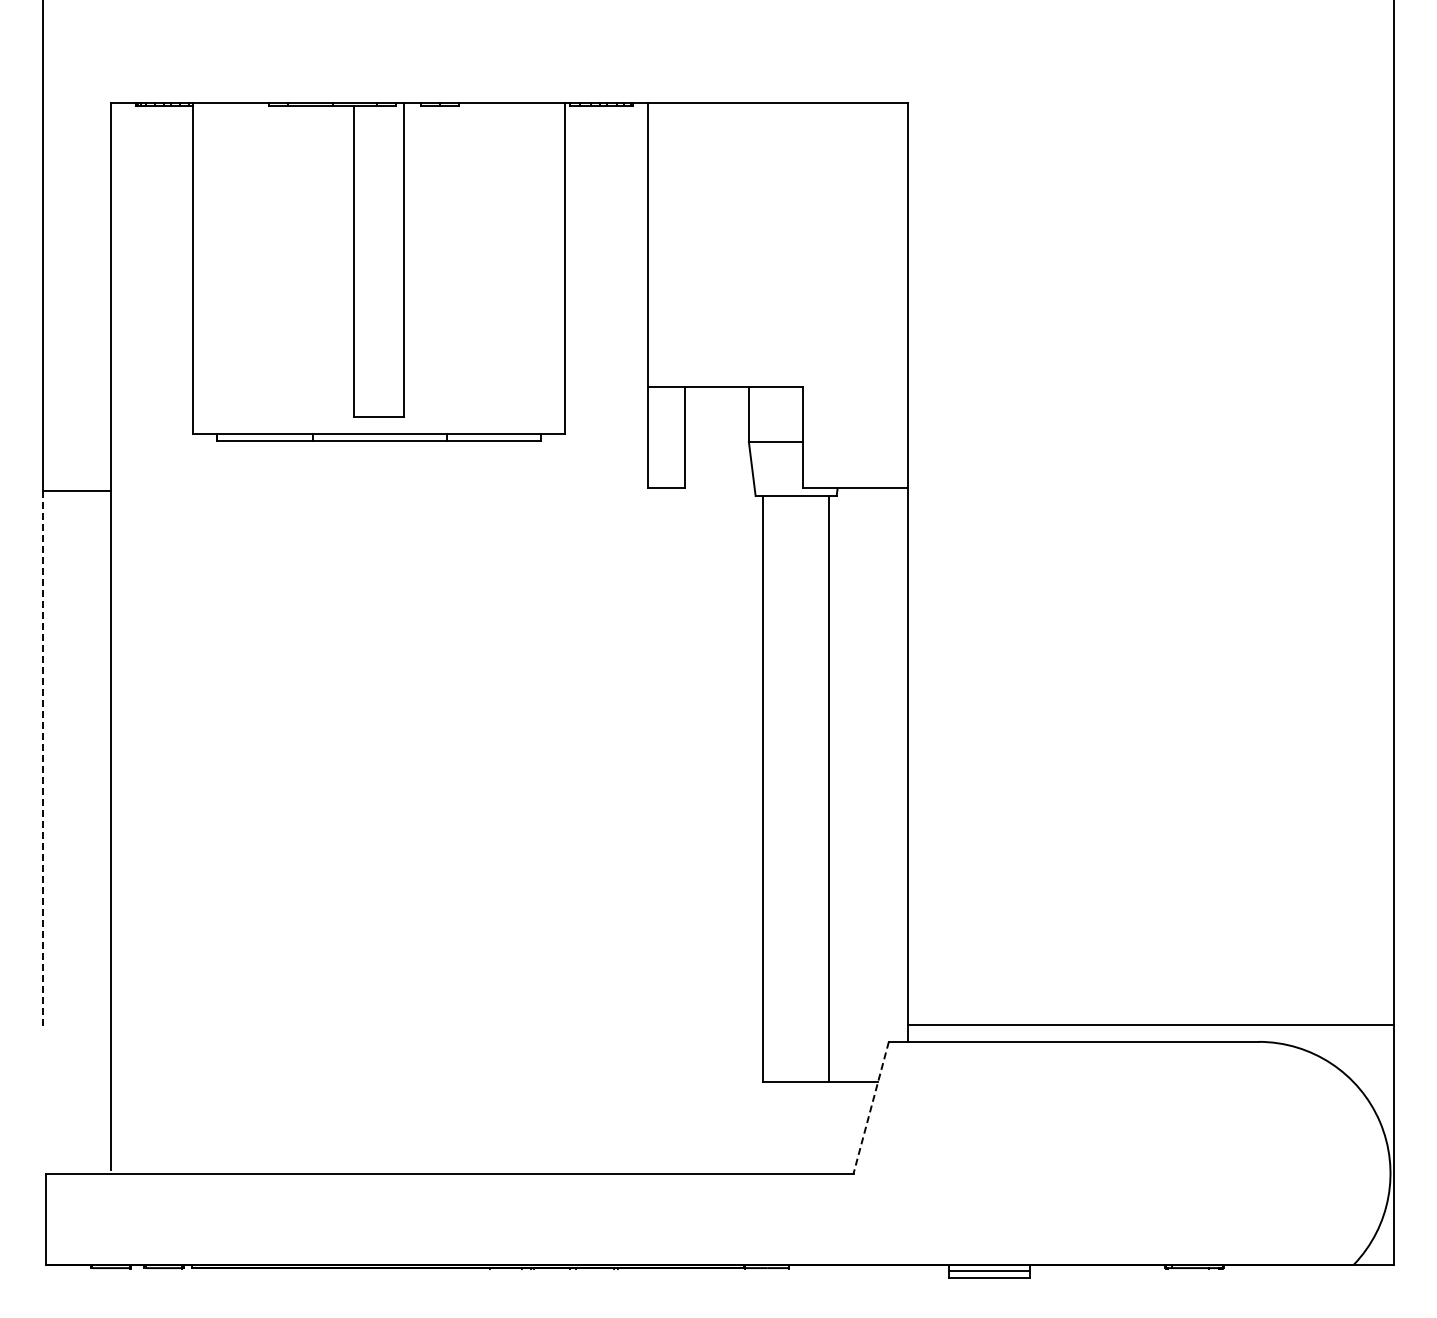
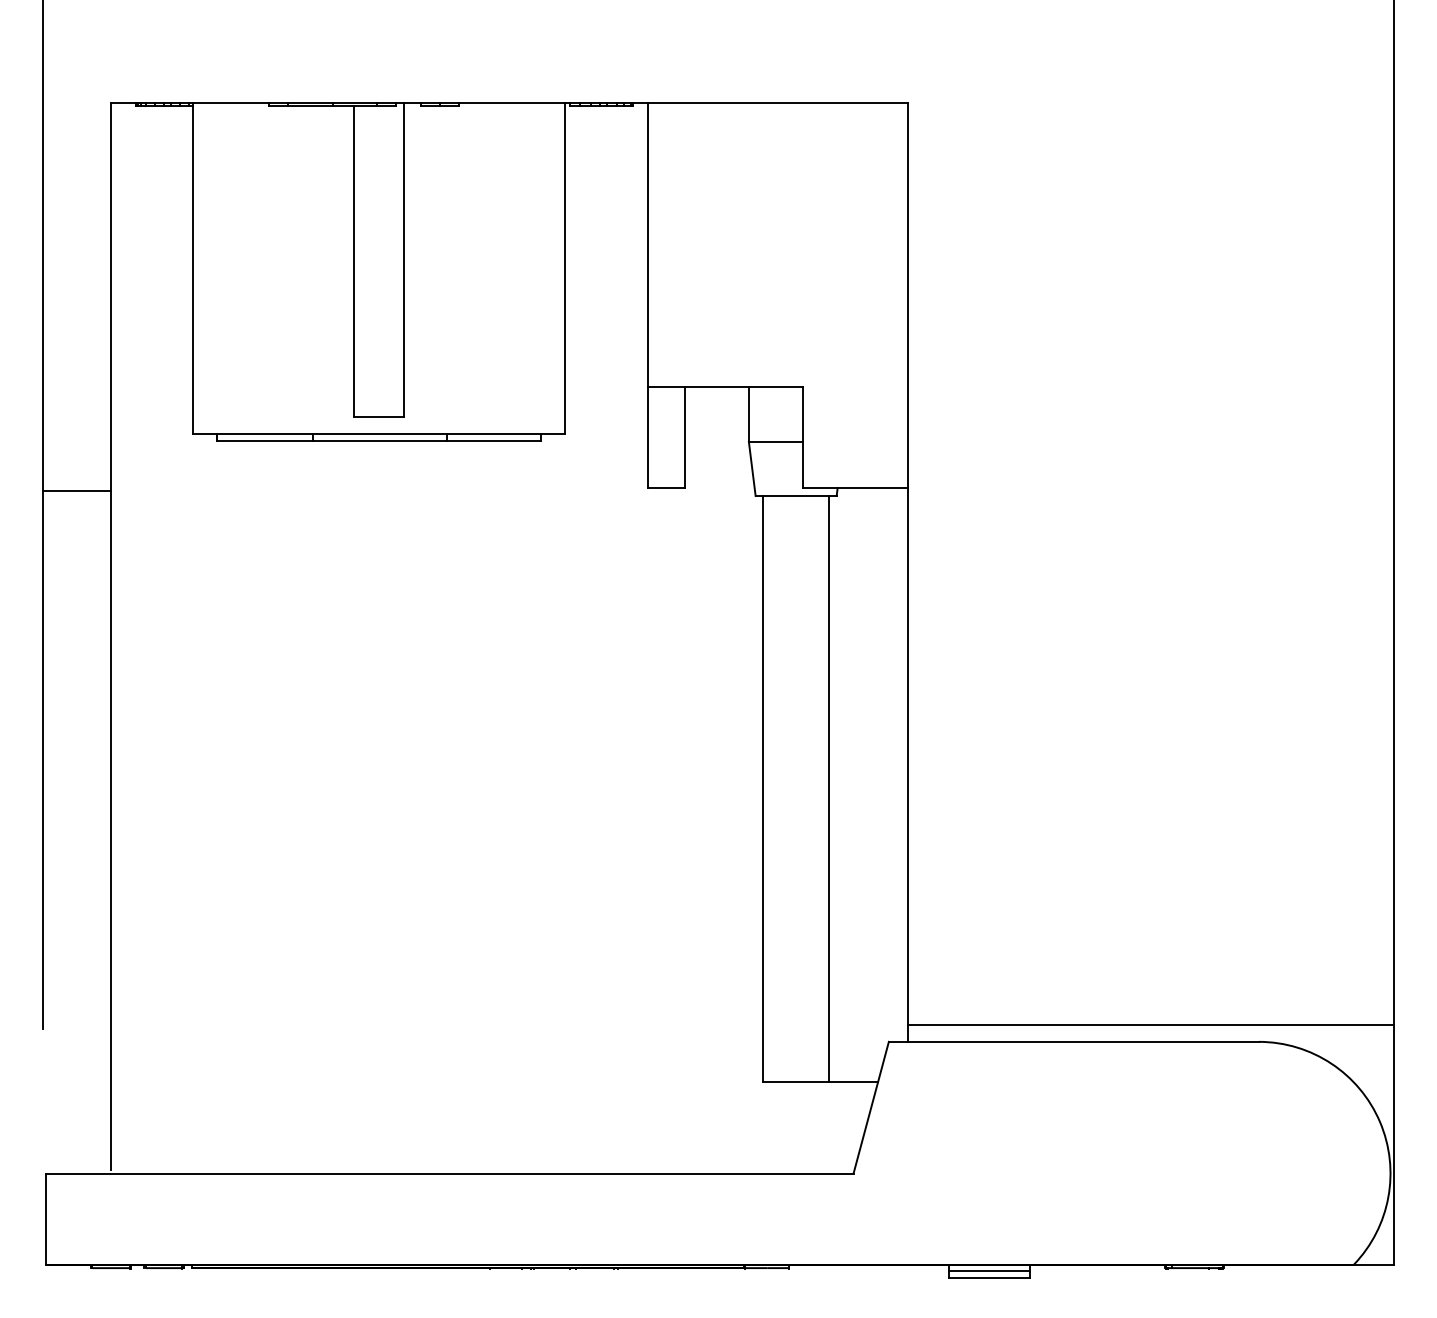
line at (43, 760): dashed -> solid
line at (871, 1108): dashed -> solid
